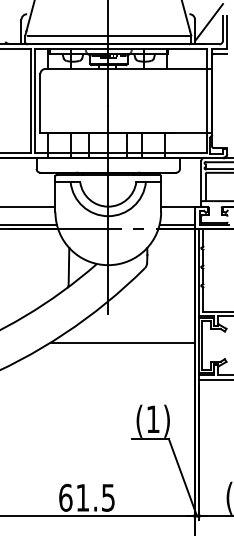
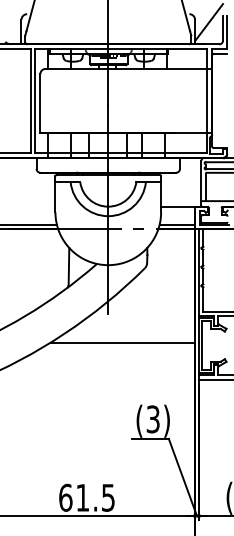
line at (107, 35): present -> none
line at (28, 206): present -> none
text at (152, 419): (1) -> (3)
